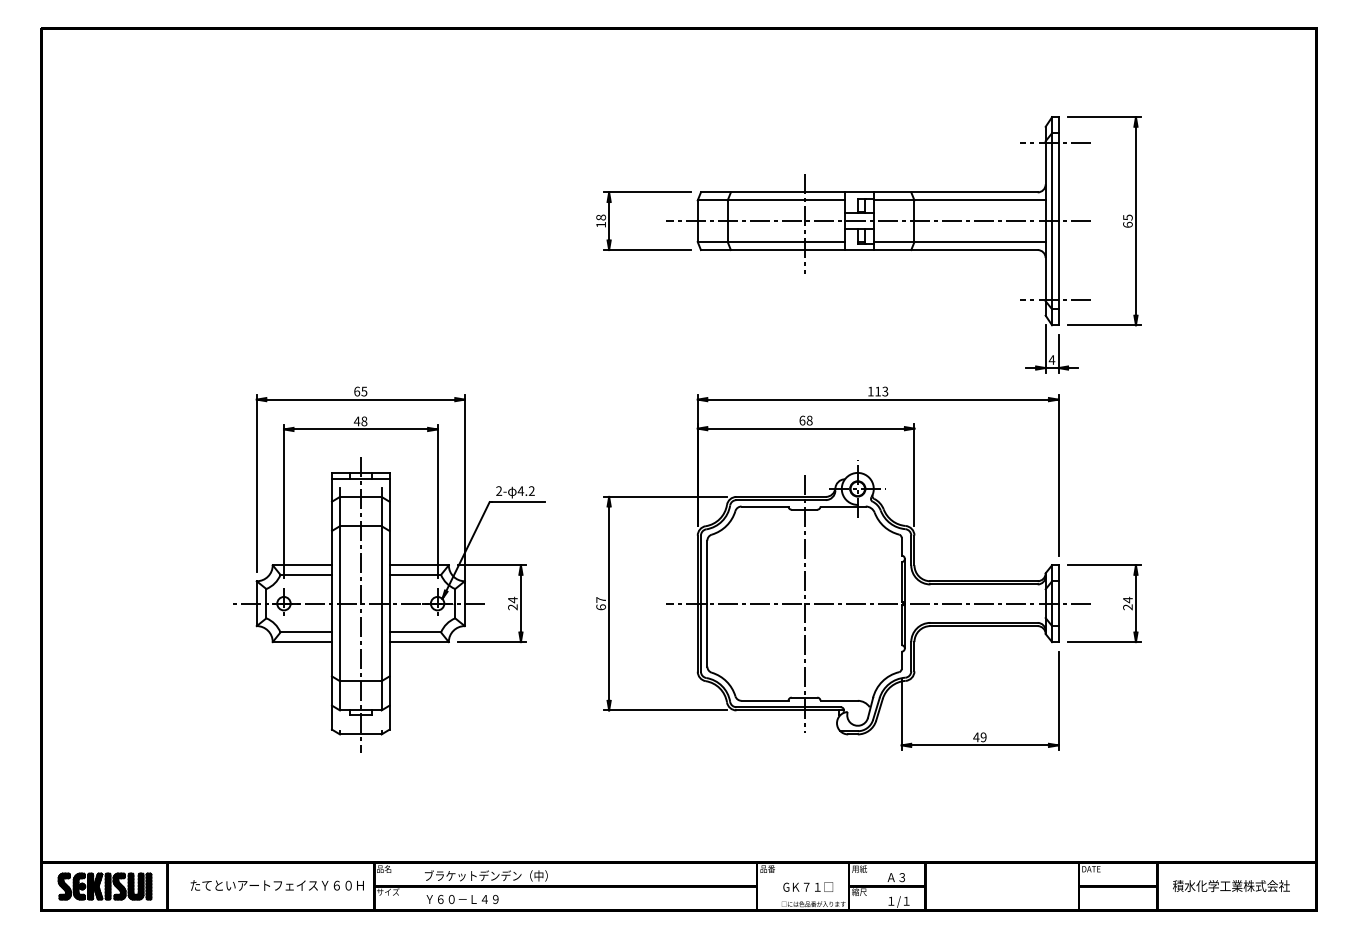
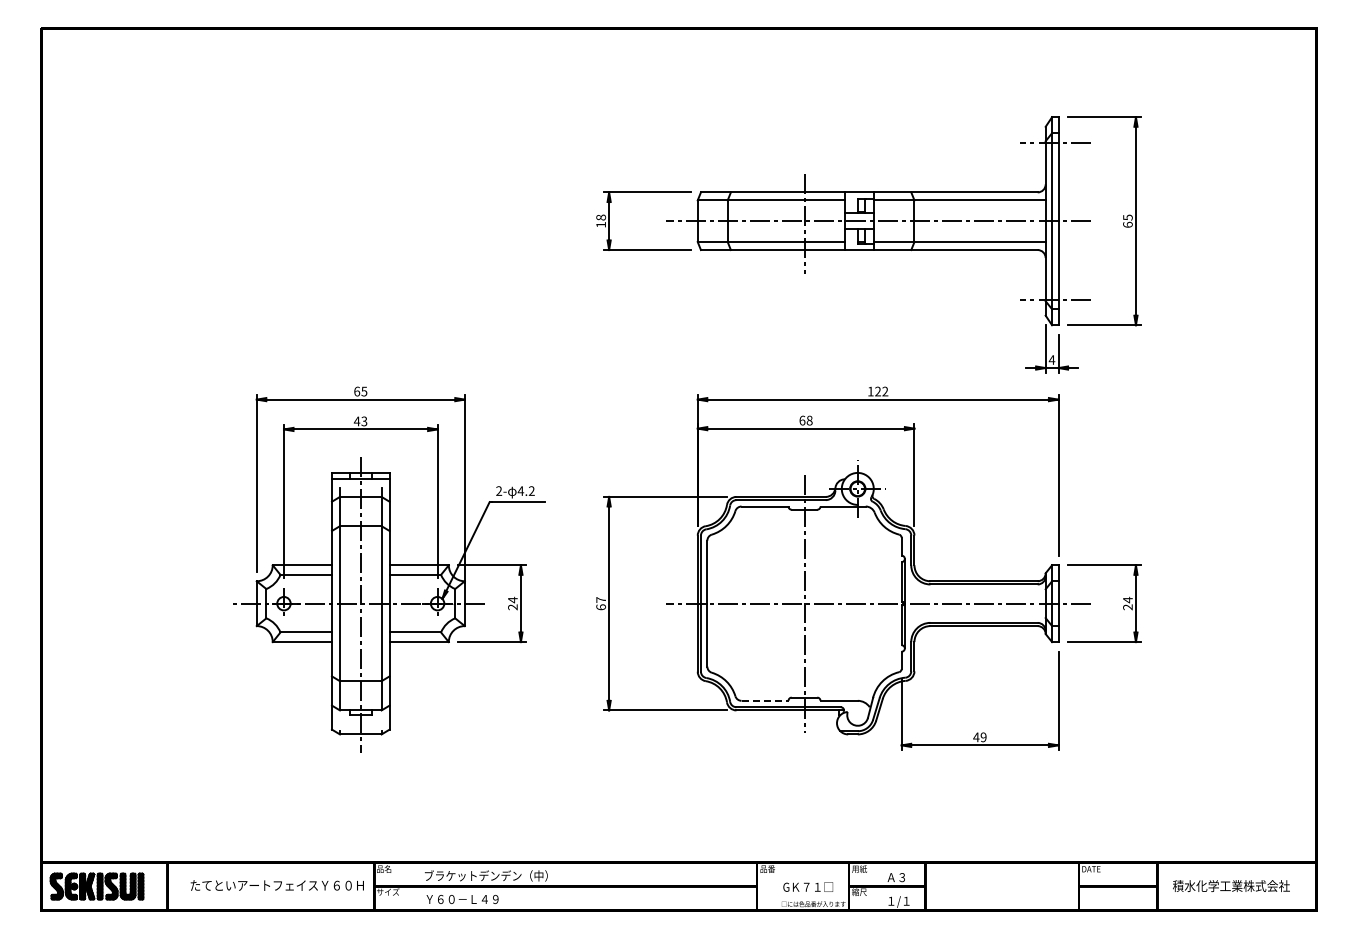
text at (881, 391): 113 -> 122
text at (364, 420): 48 -> 43
line at (765, 700): solid -> dashed
part at (104, 886) position: (104, 886) -> (96, 886)
